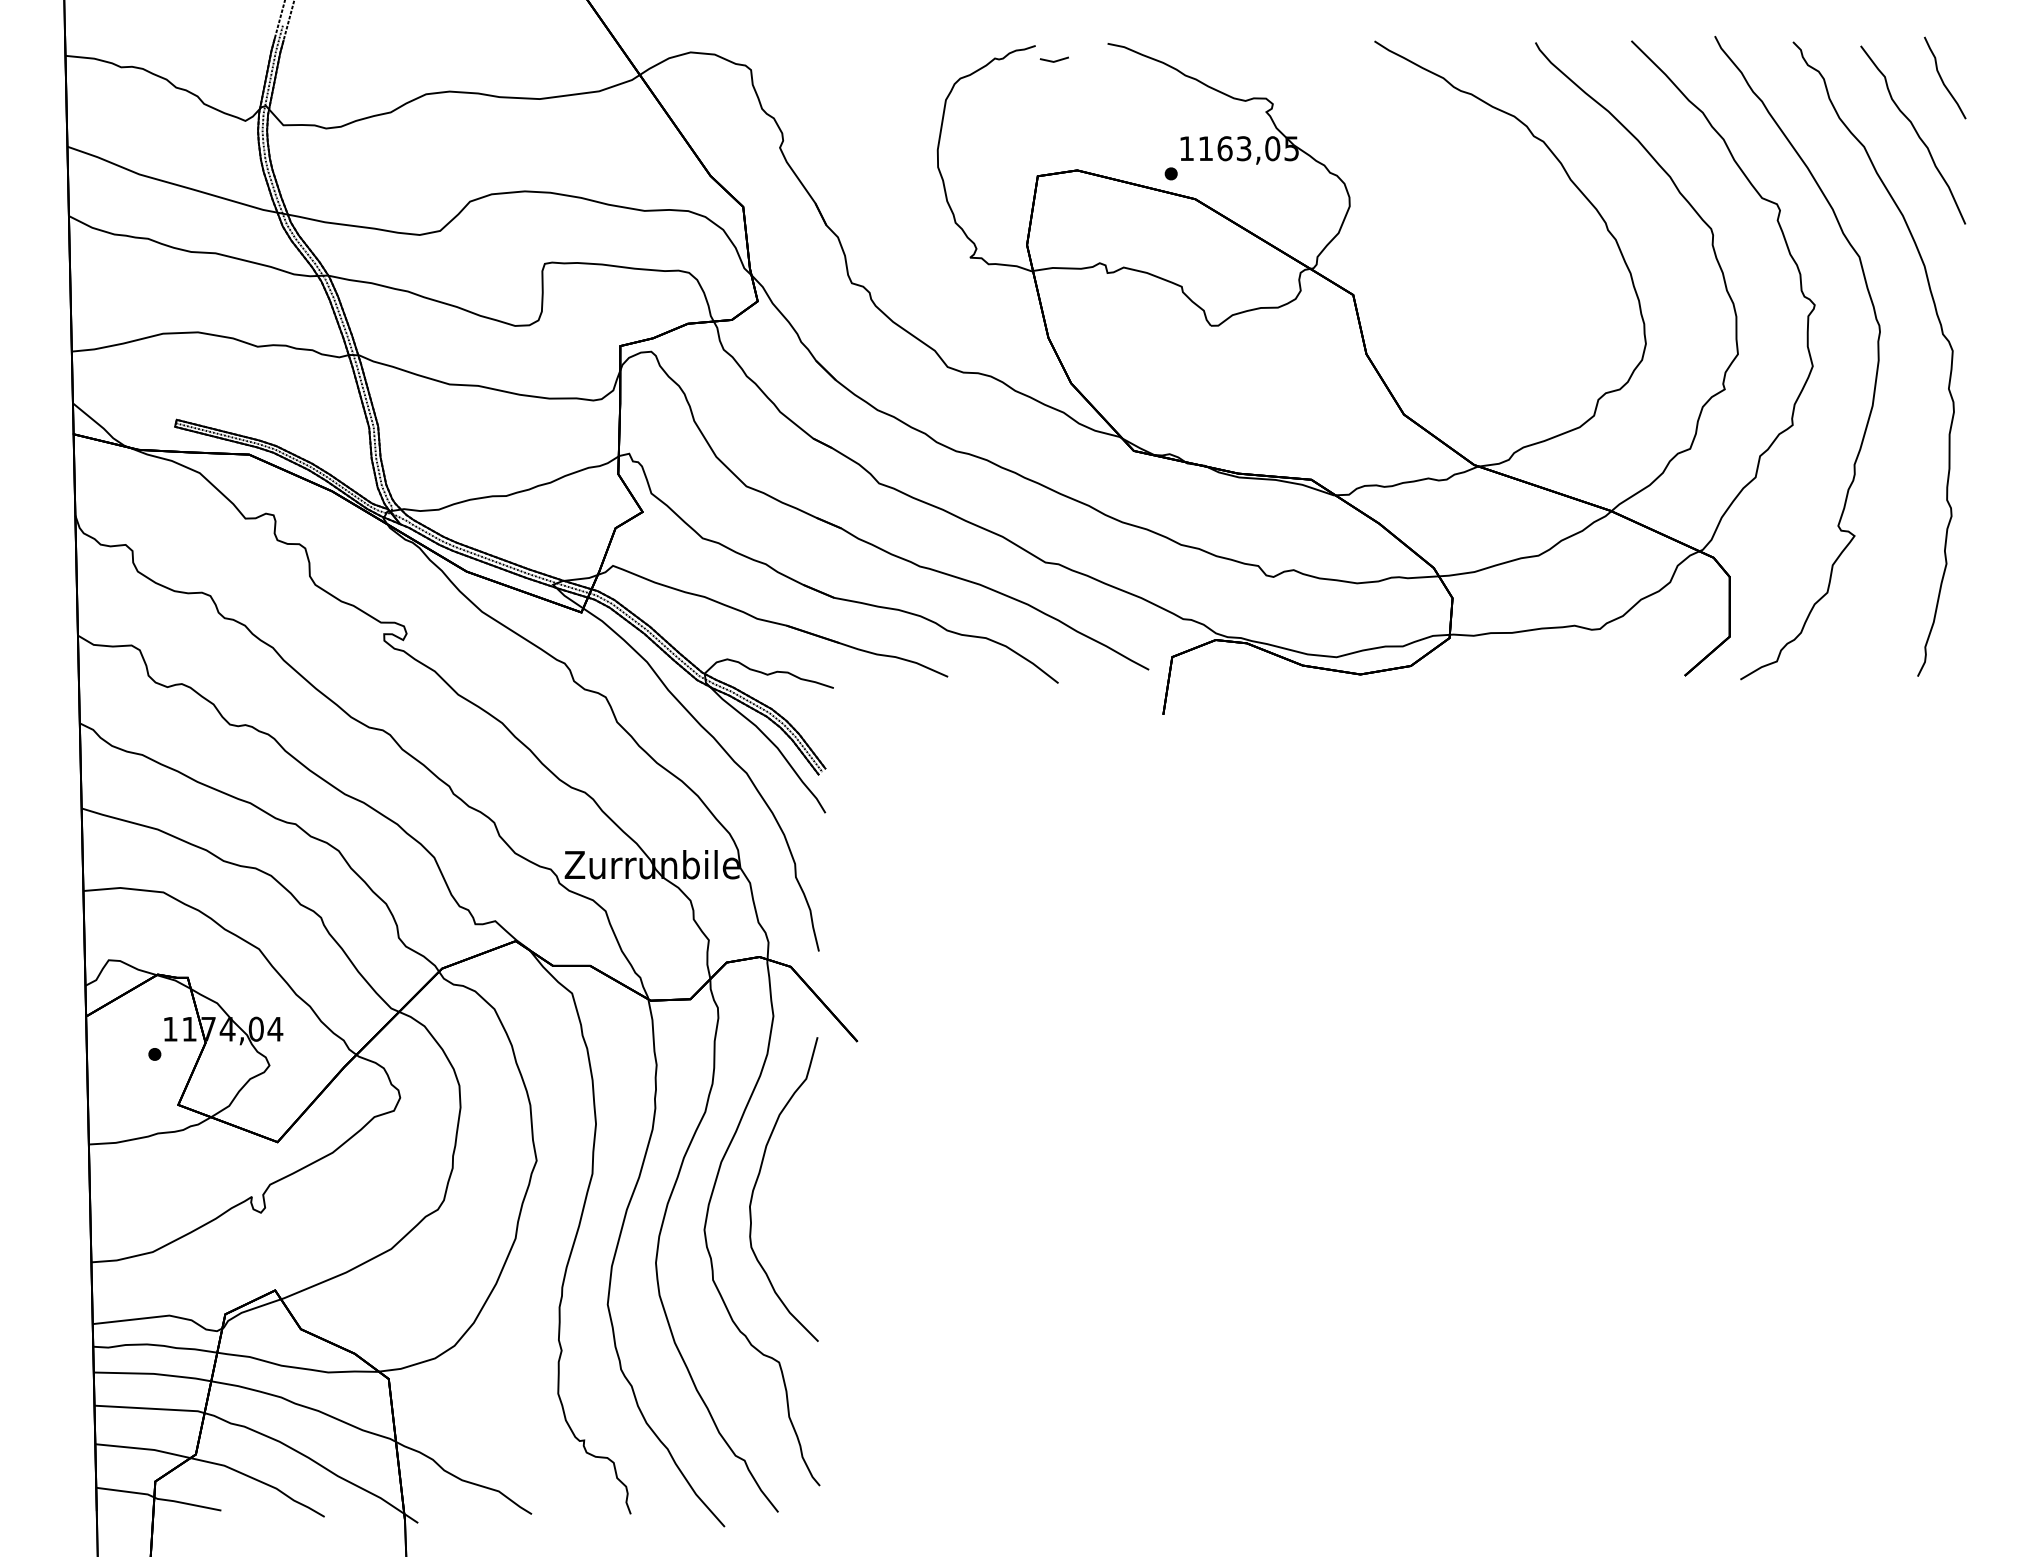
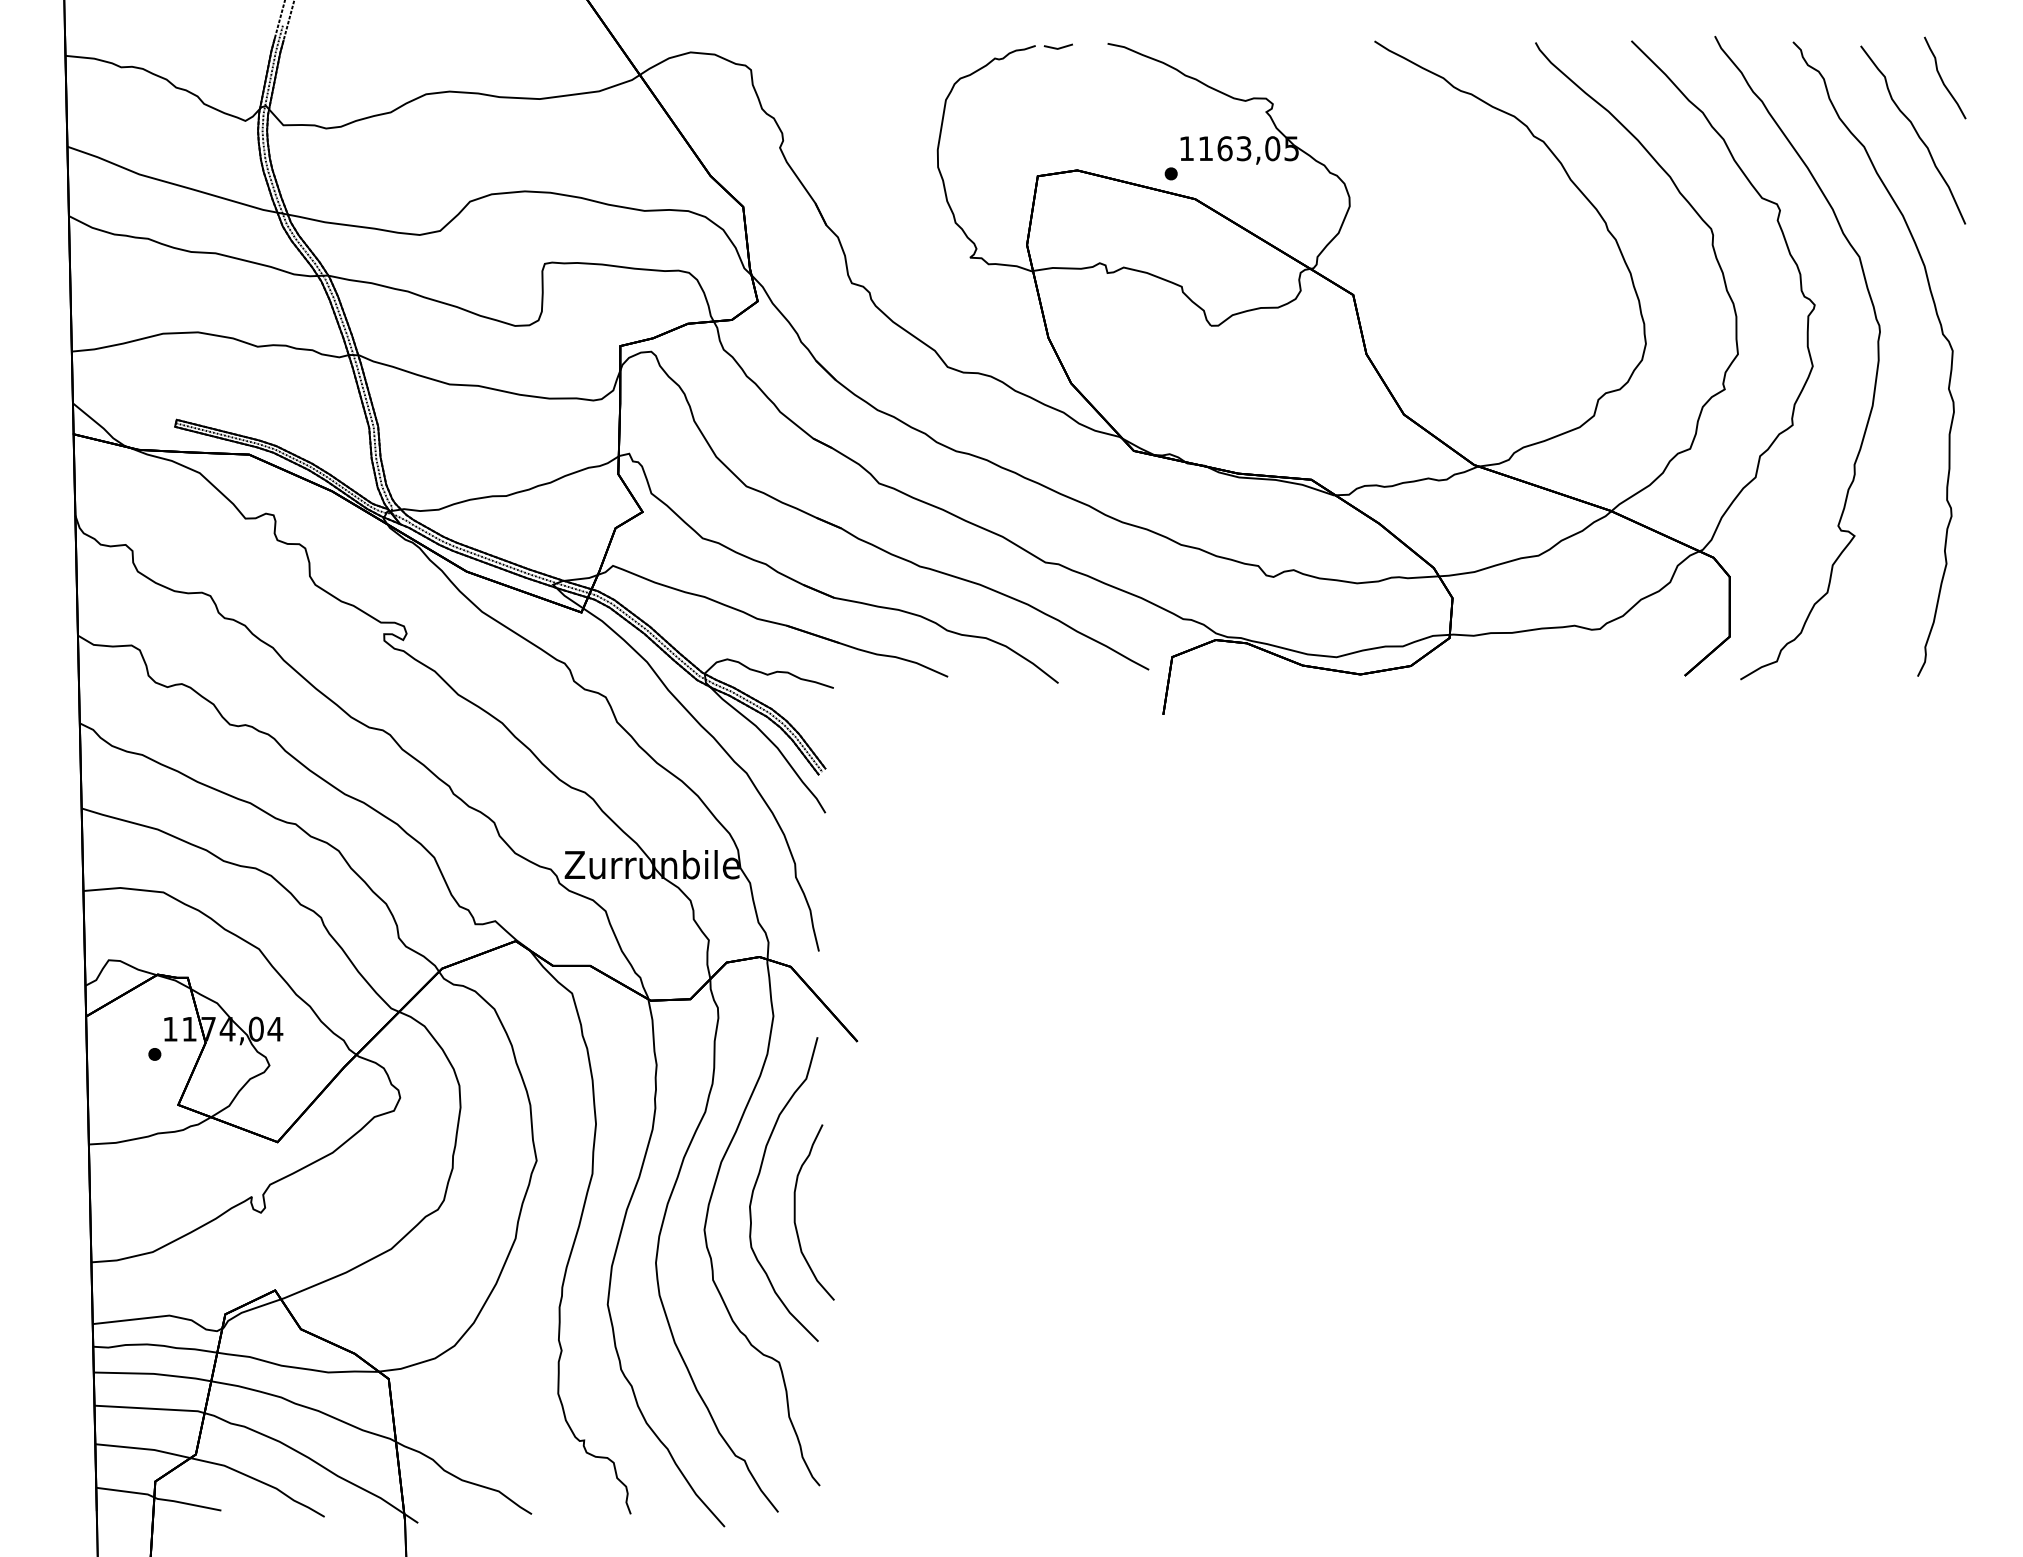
line at (1052, 60) position: (1052, 60) -> (1056, 47)
curve at (795, 1212): none -> present
